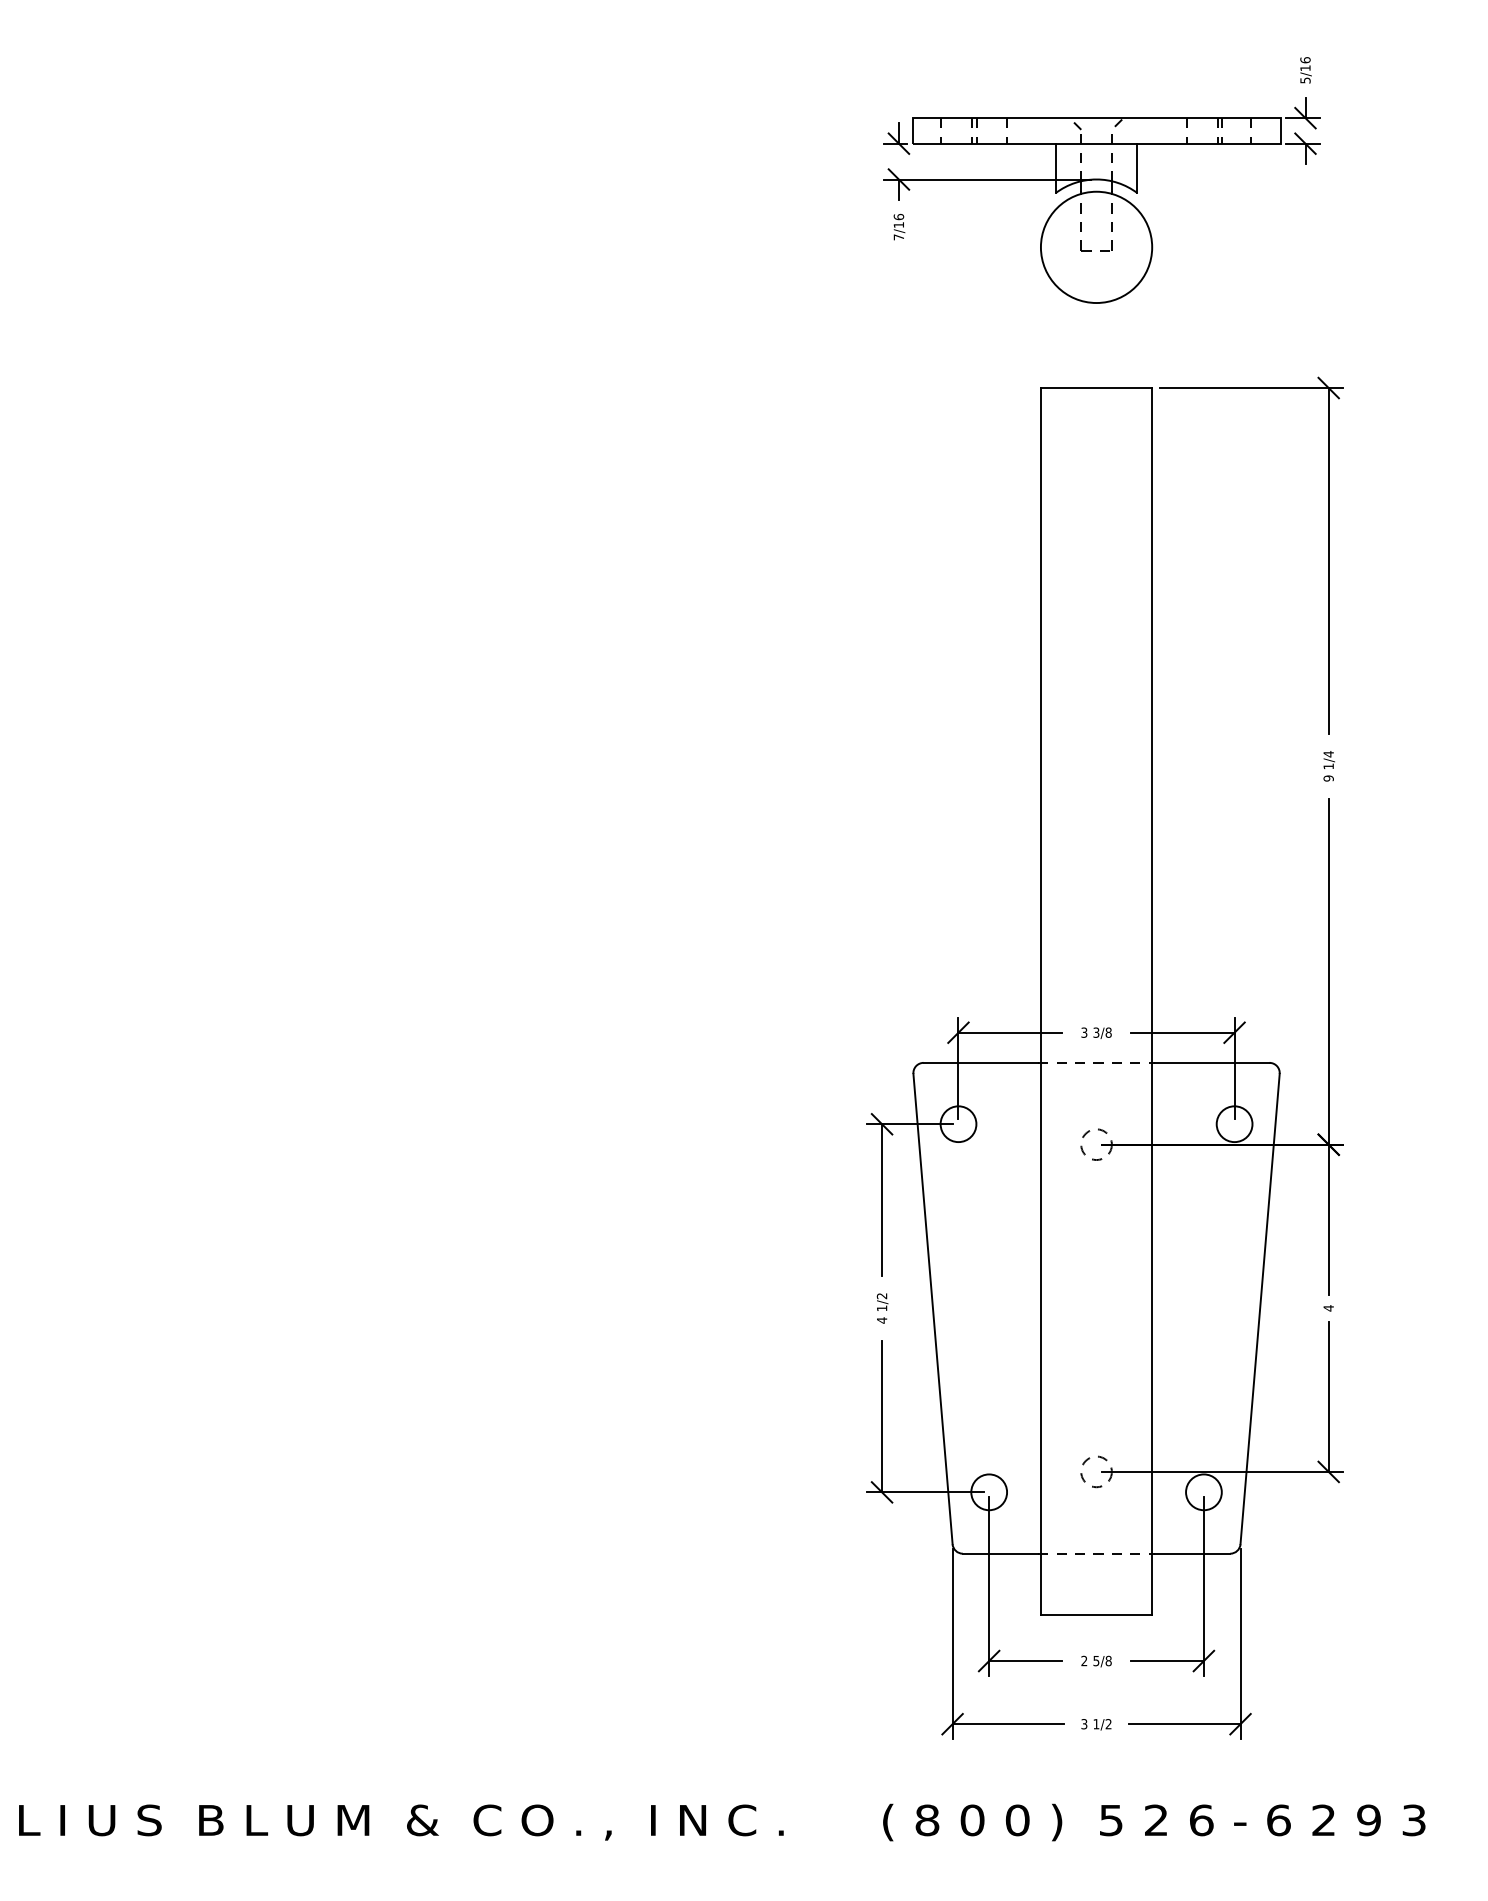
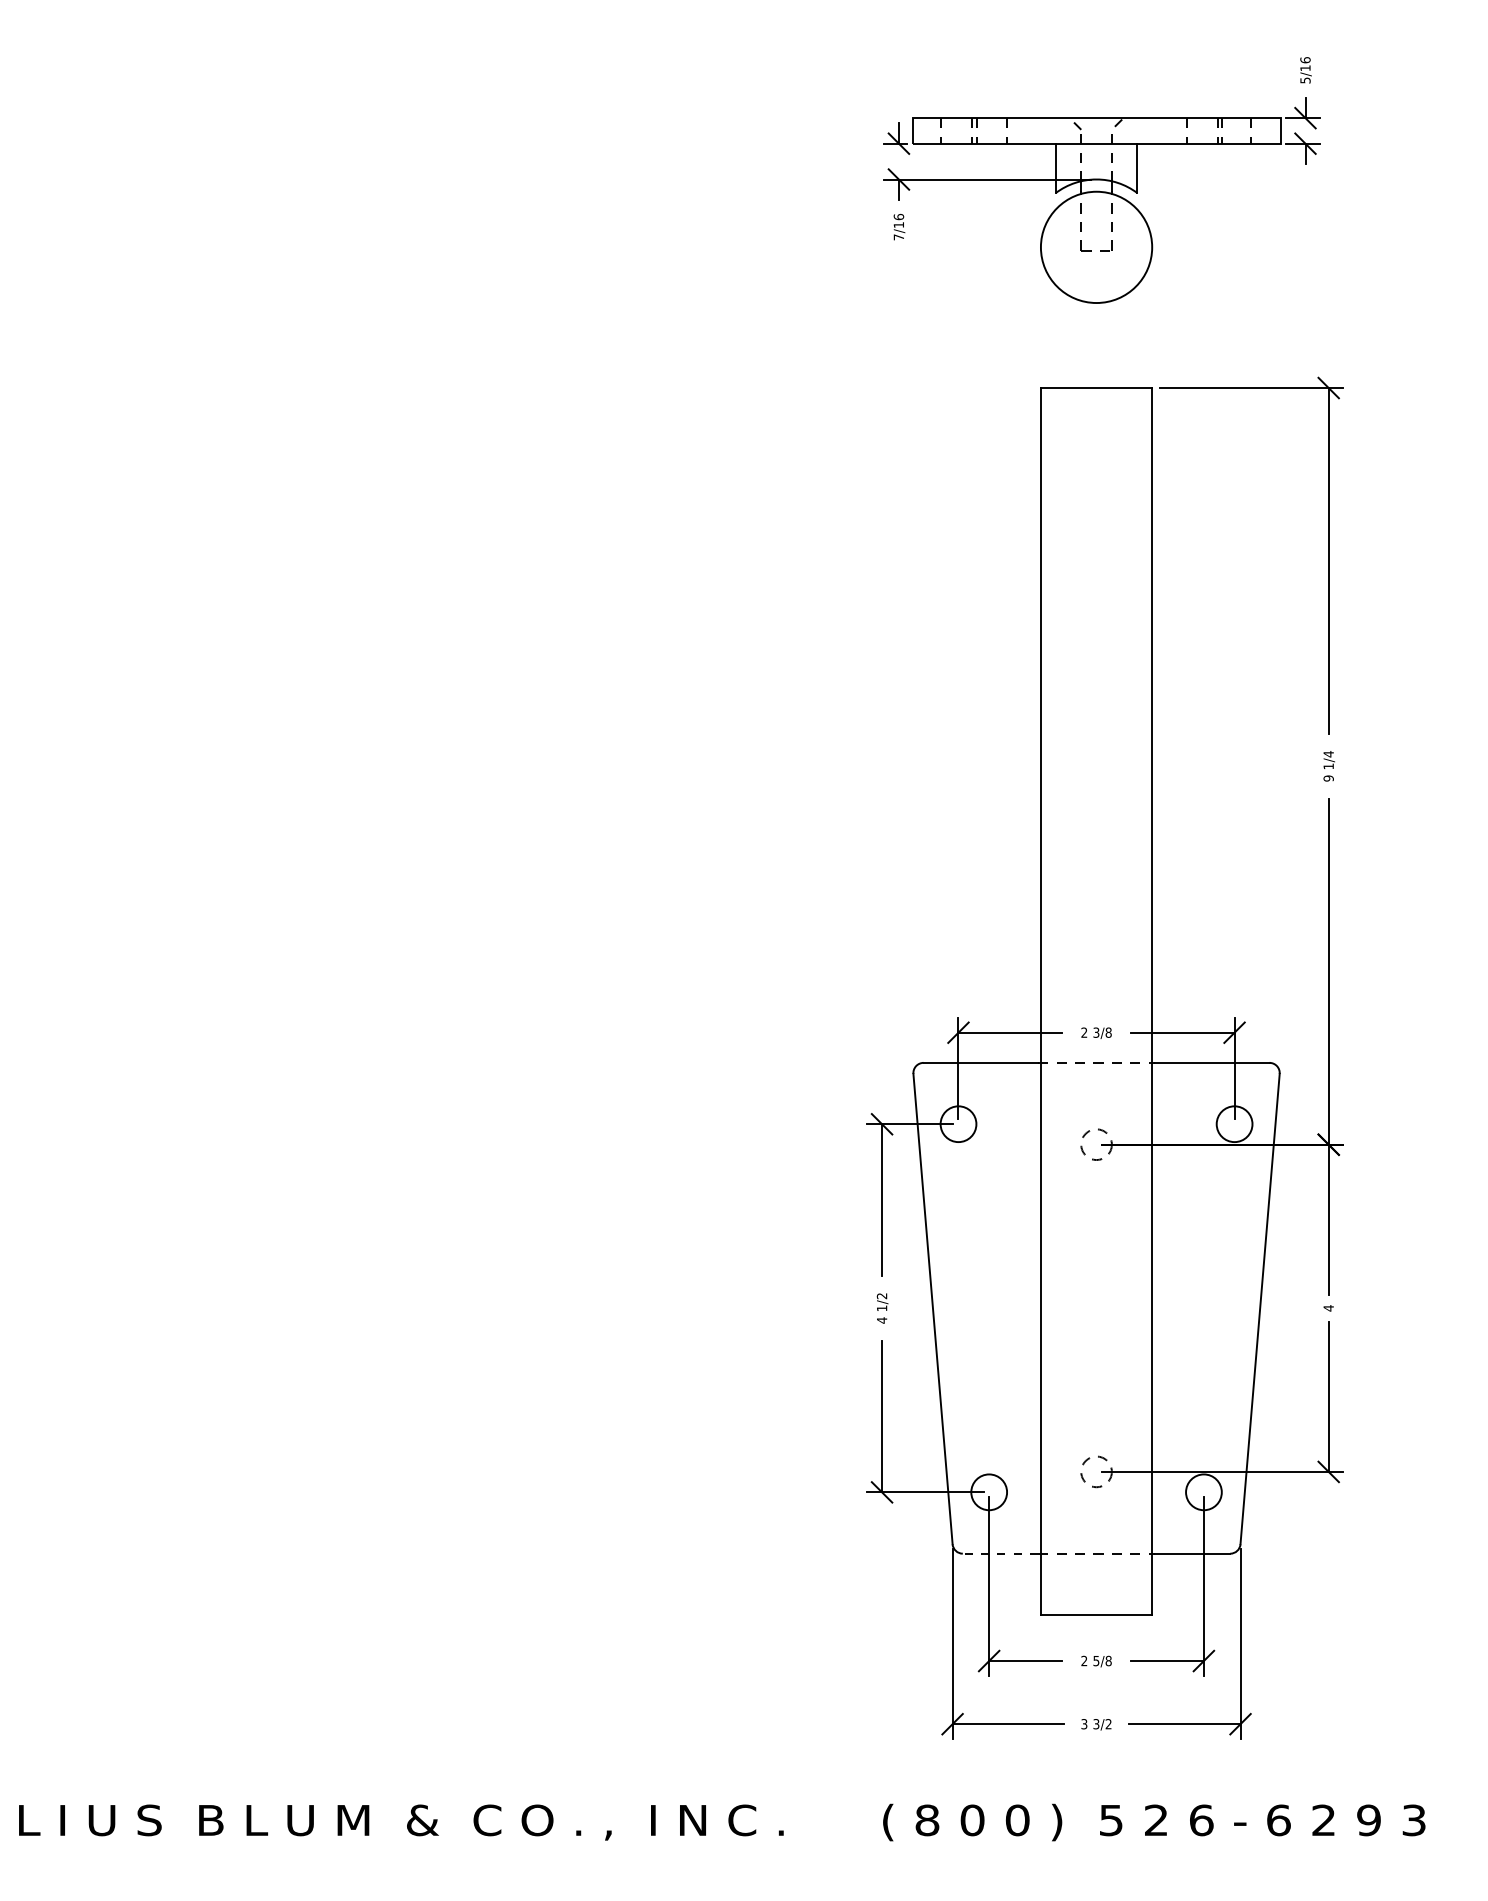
text at (1084, 1032): 3 -> 2
line at (1000, 1553): solid -> dashed
text at (1096, 1724): 1/2 -> 3/2
